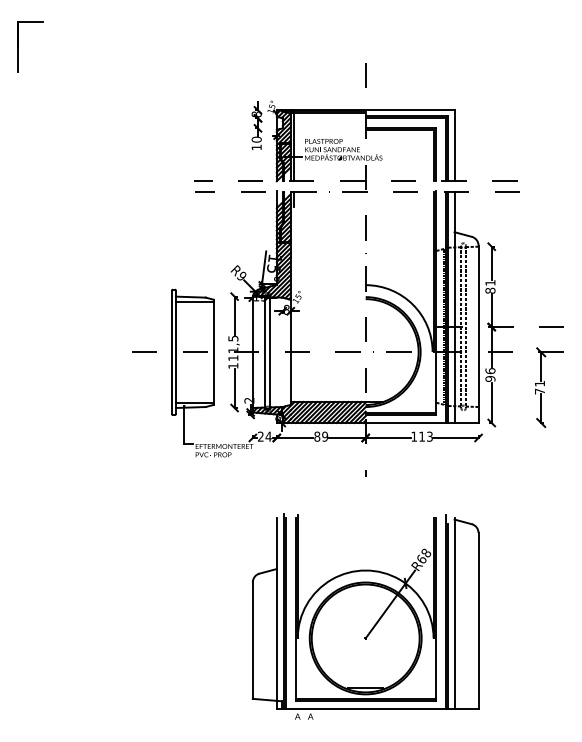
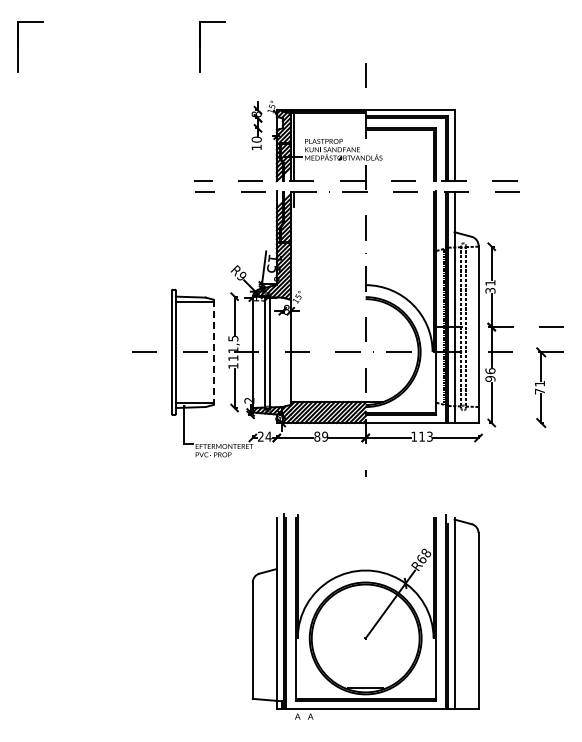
part at (200, 46): none -> present
text at (490, 290): 81 -> 31
line at (213, 352): solid -> dashed
